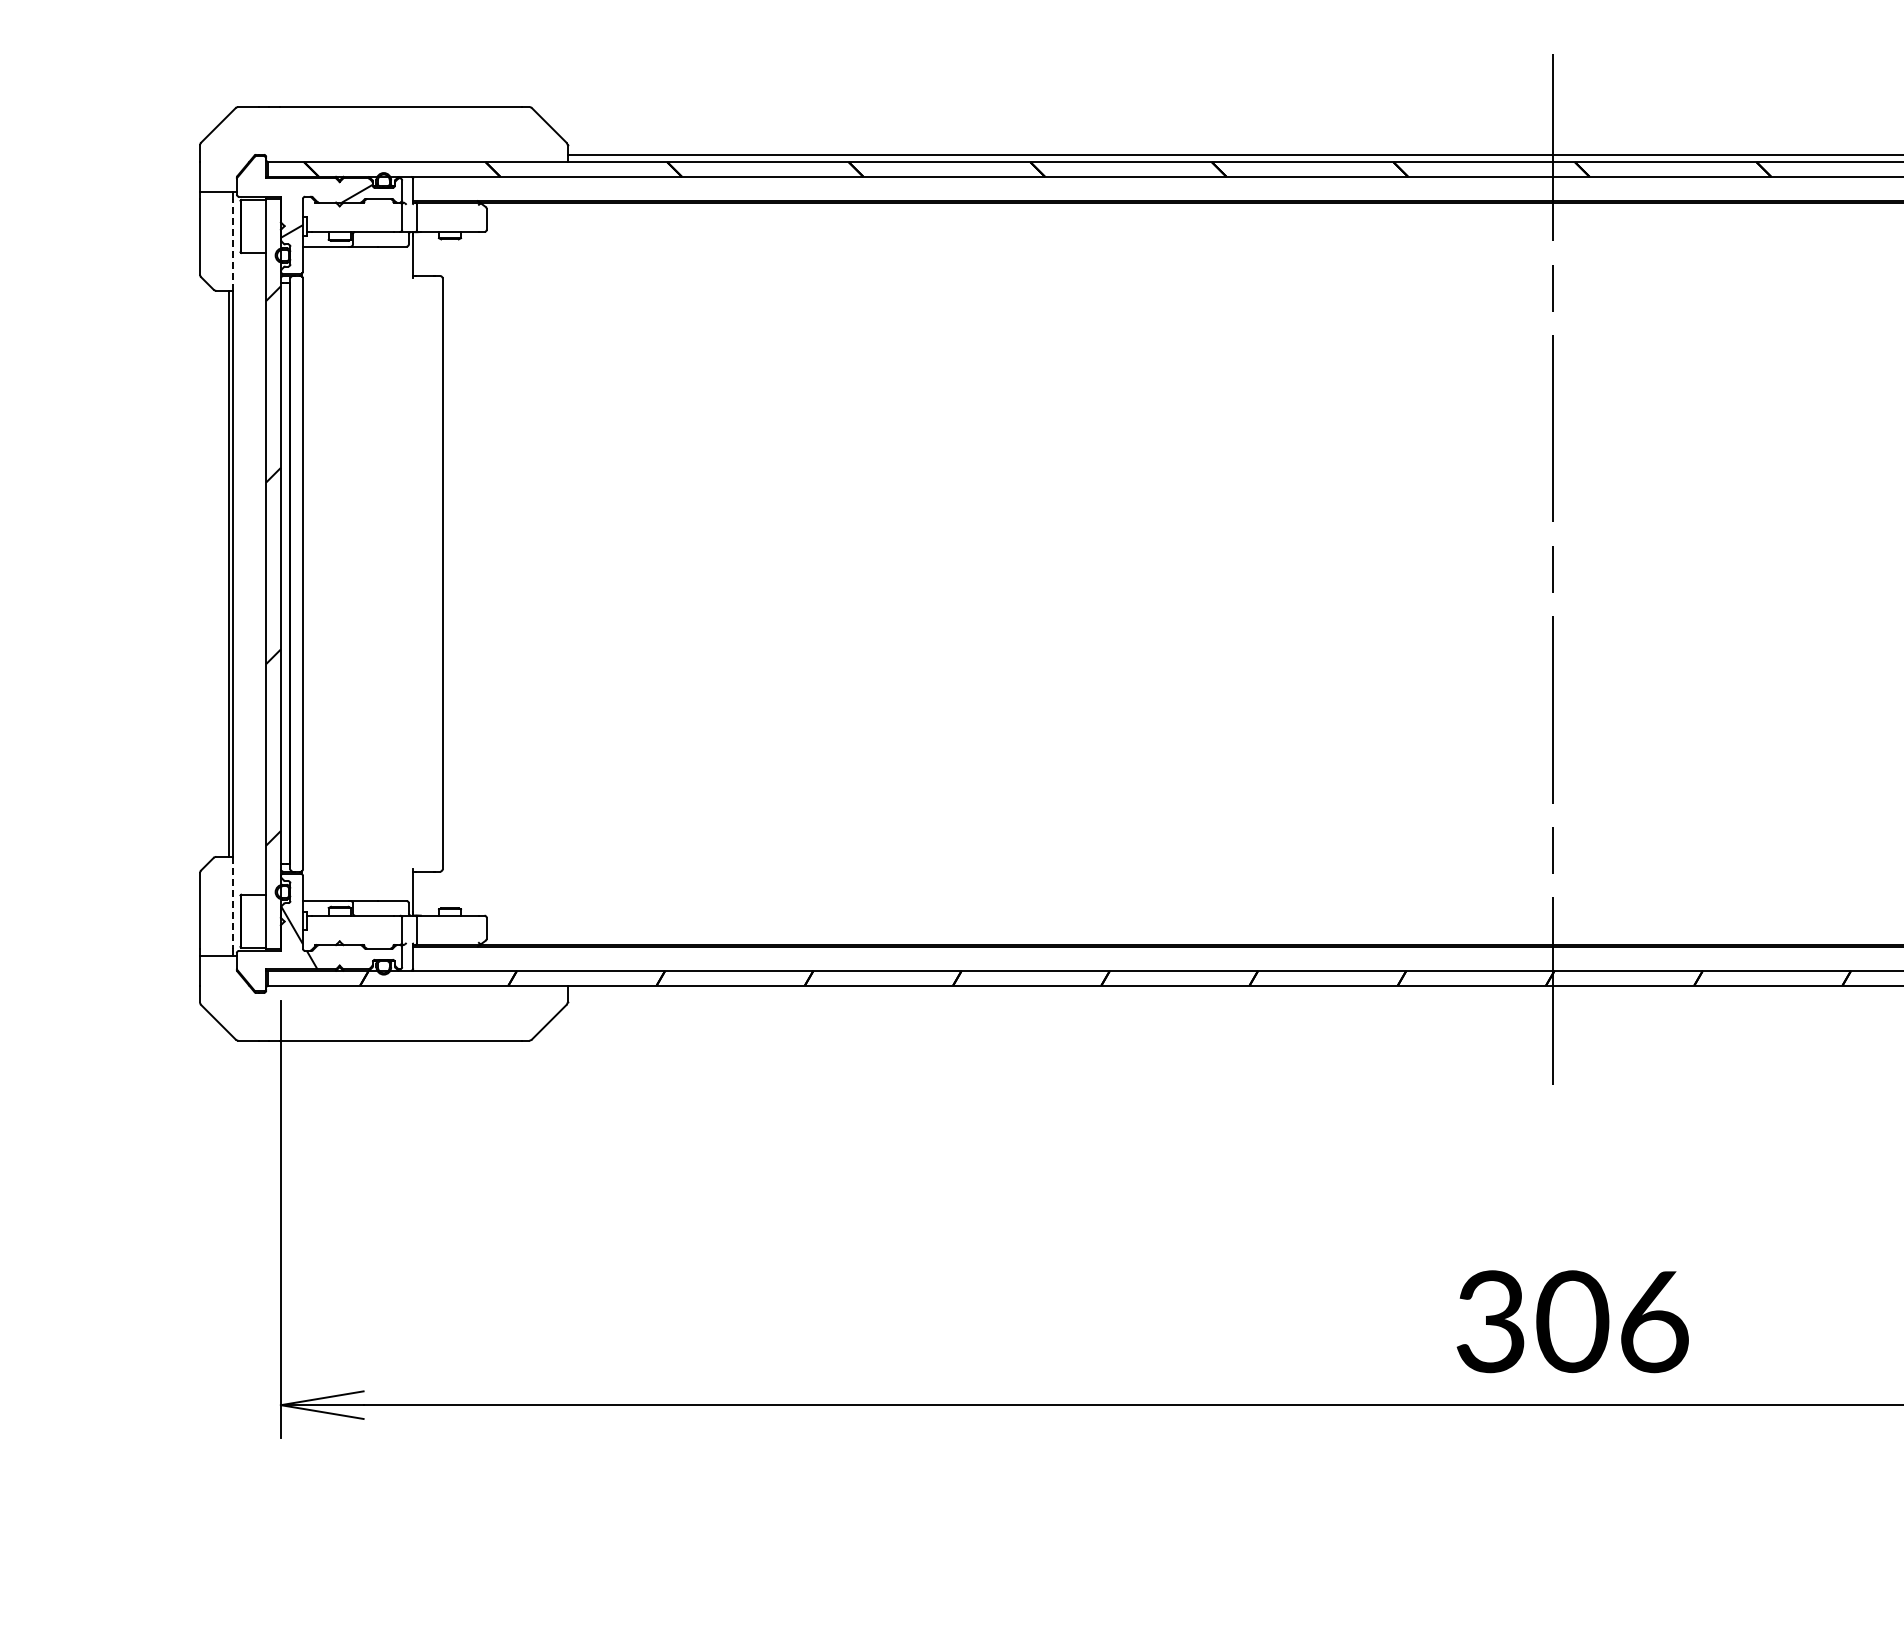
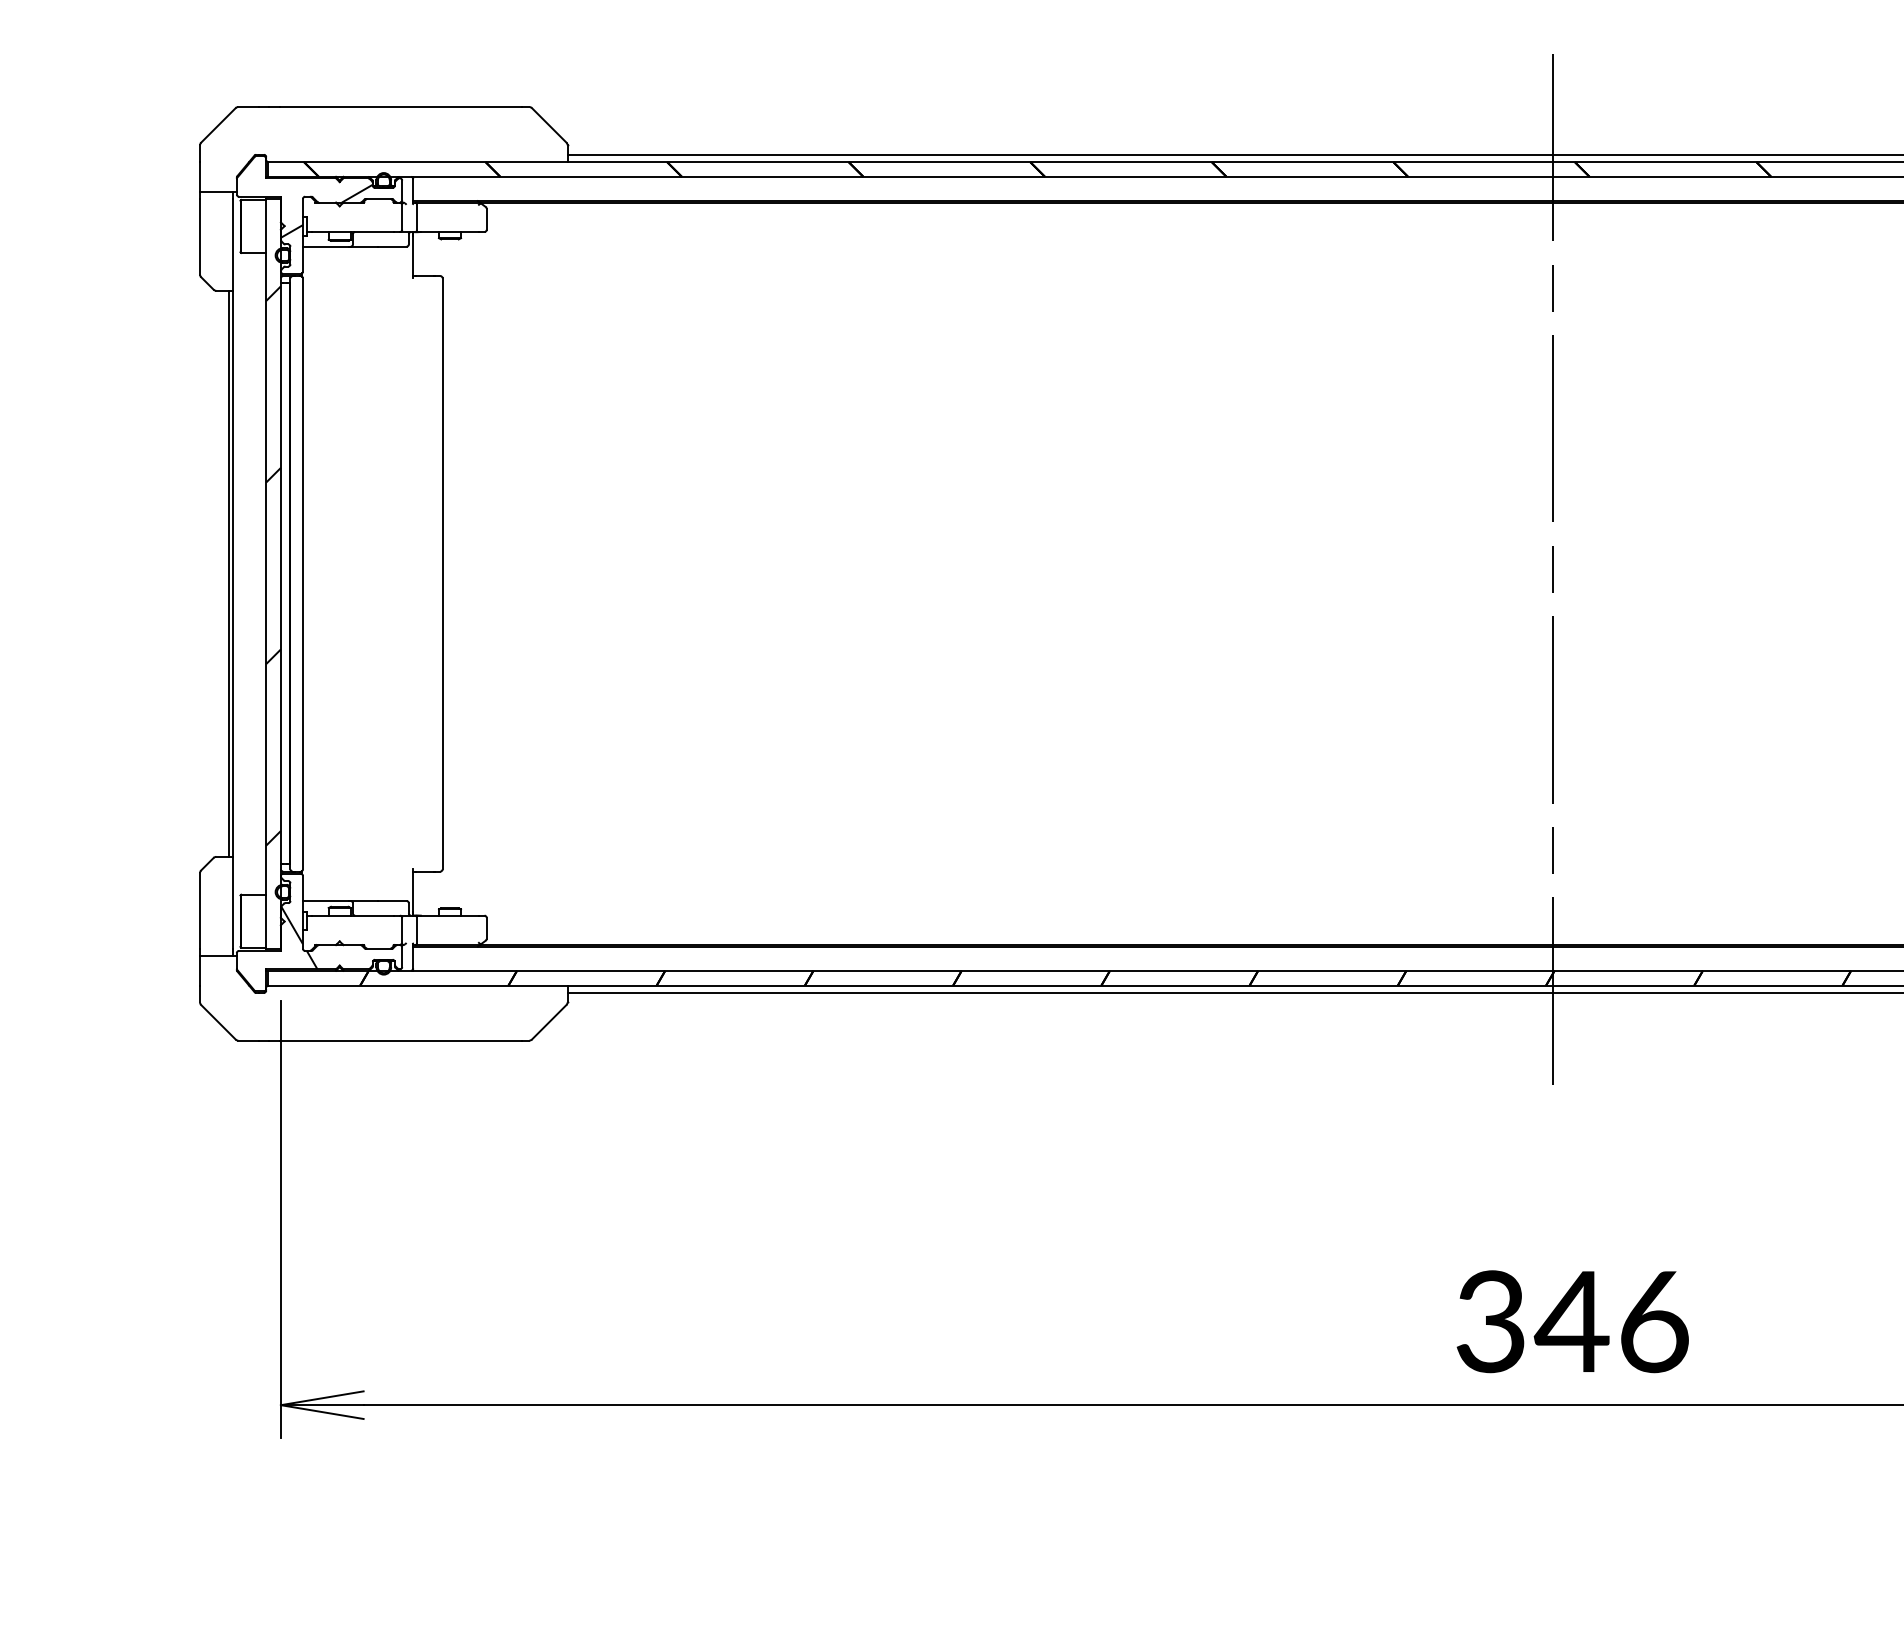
line at (233, 244): dashed -> solid
line at (233, 902): dashed -> solid
line at (1233, 992): none -> present
text at (1571, 1321): 306 -> 346
